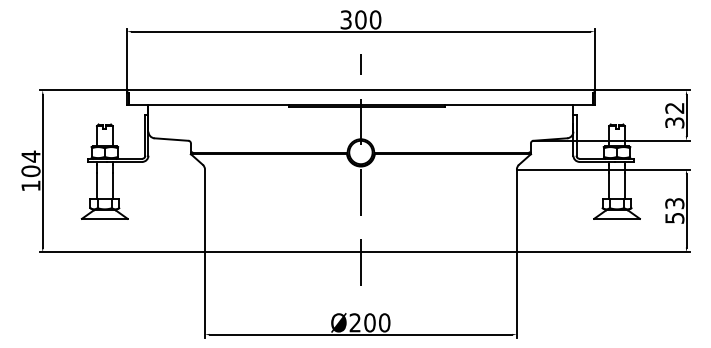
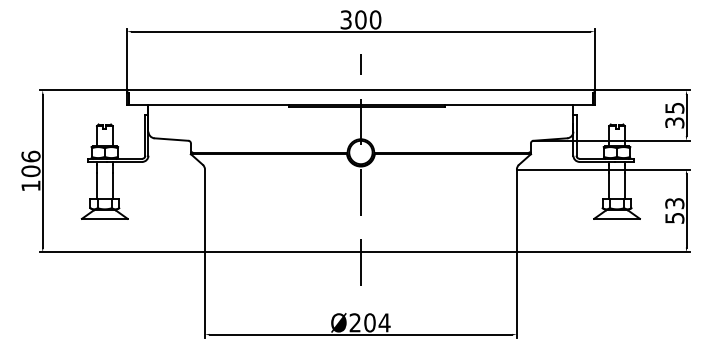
text at (674, 108): 32 -> 35
text at (30, 156): 104 -> 106
text at (384, 322): Ø200 -> Ø204
